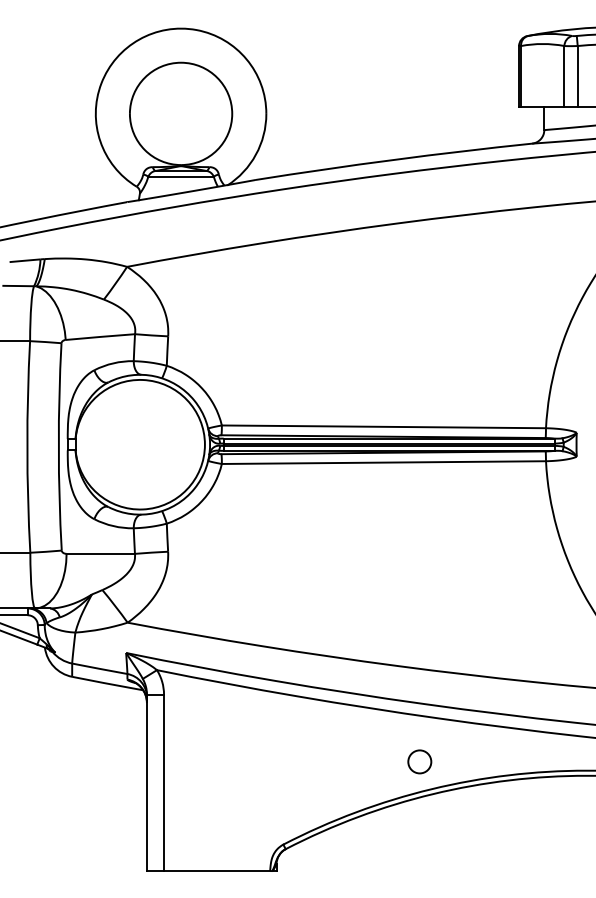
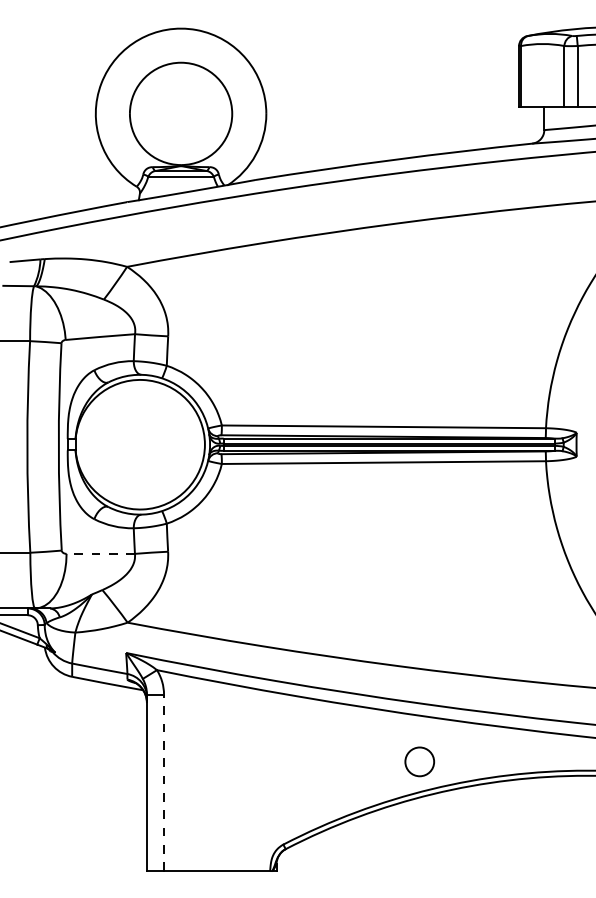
line at (100, 553): solid -> dashed
circle at (419, 761) size: 26x26 px -> 31x32 px
line at (164, 782): solid -> dashed
